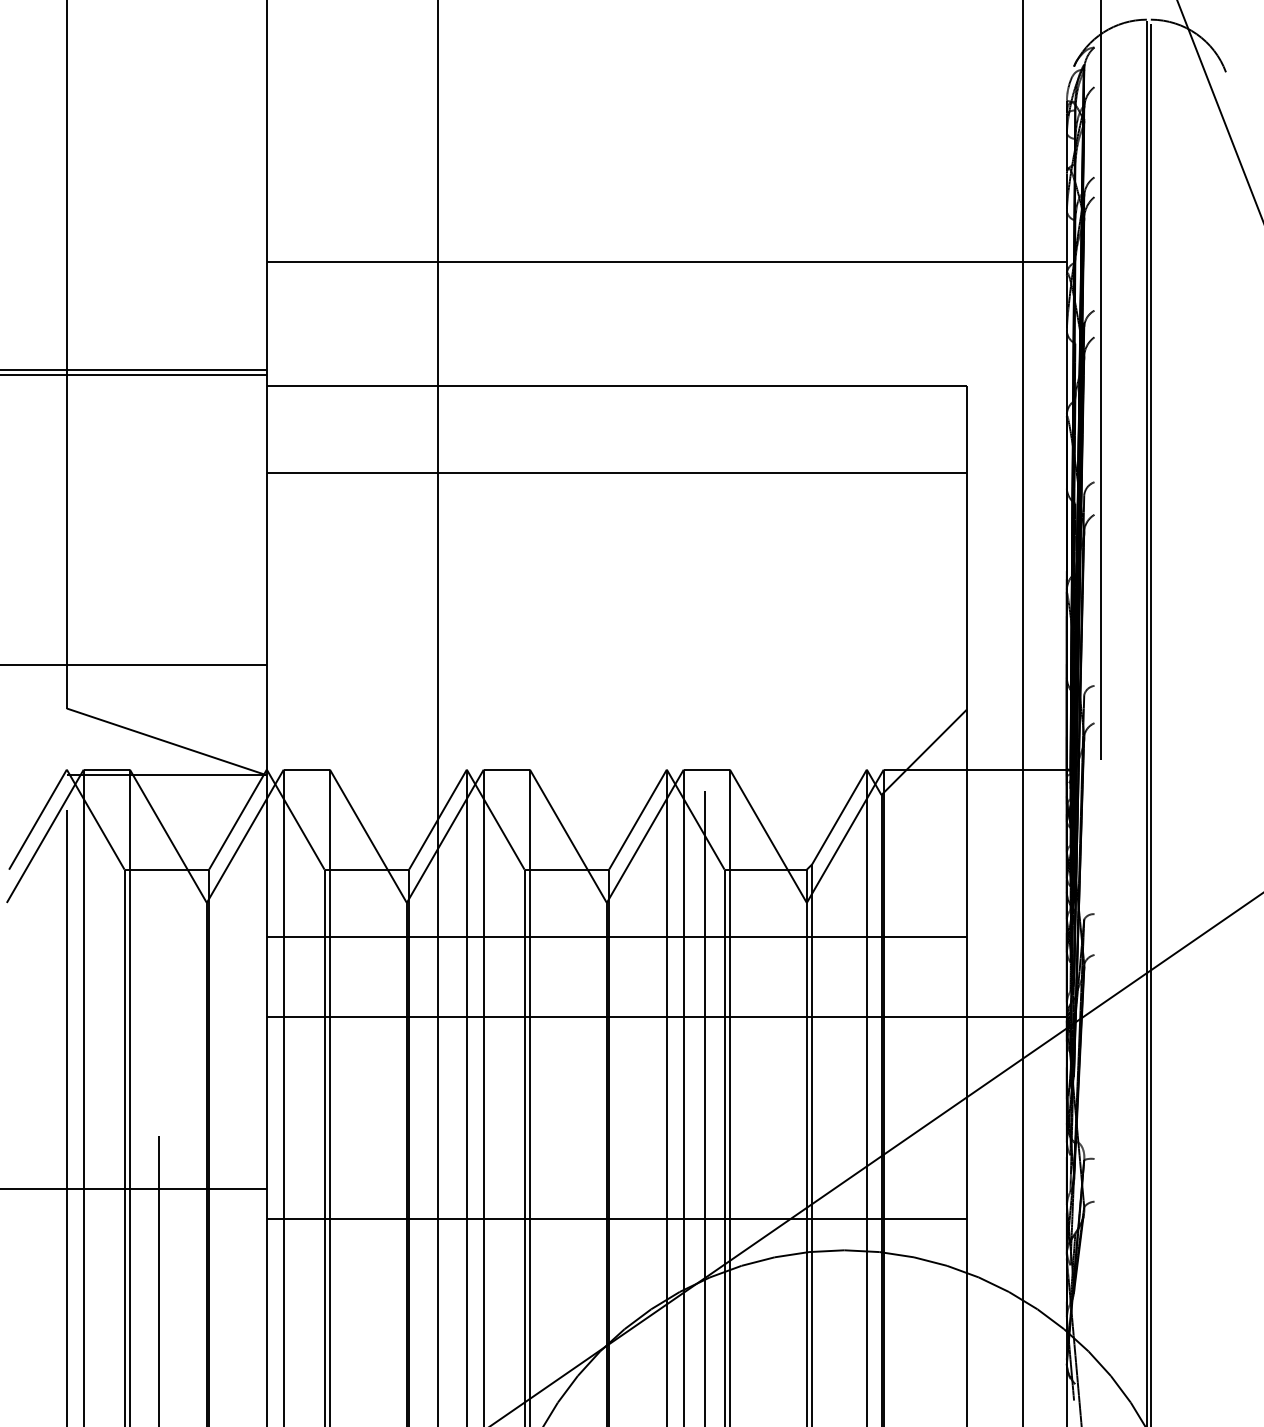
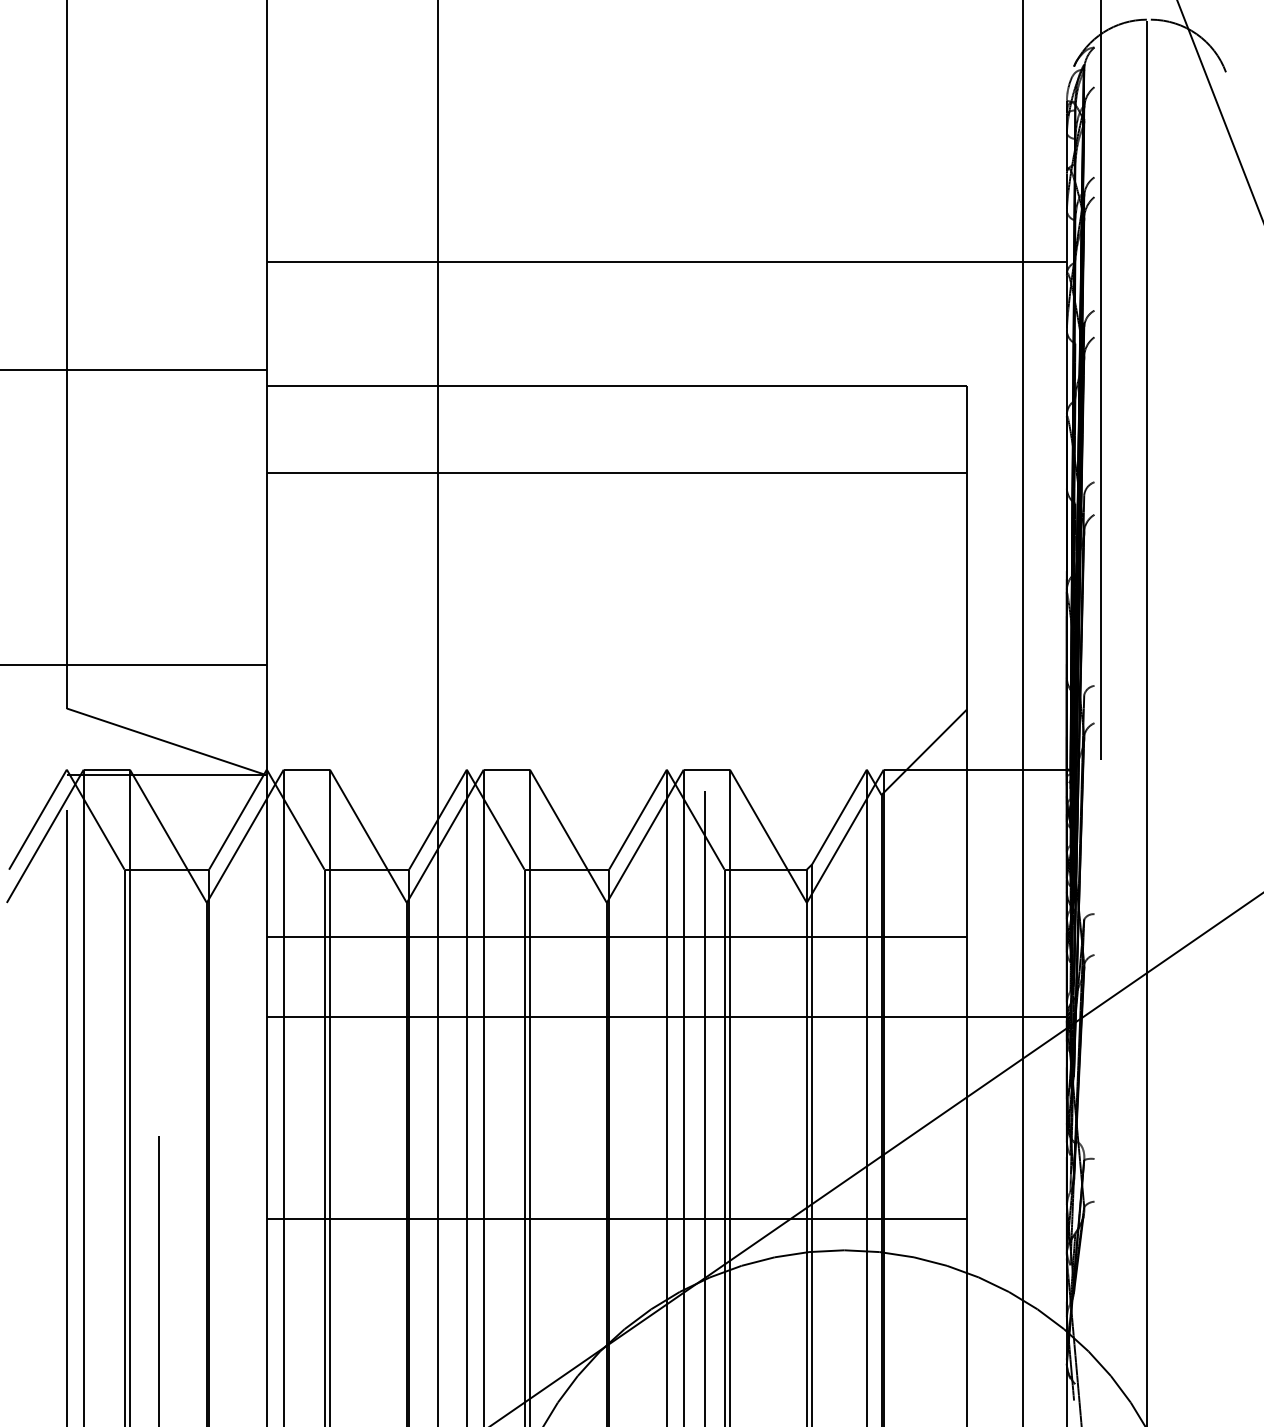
line at (134, 374): present -> none
line at (1150, 723): present -> none
line at (134, 1188): present -> none
